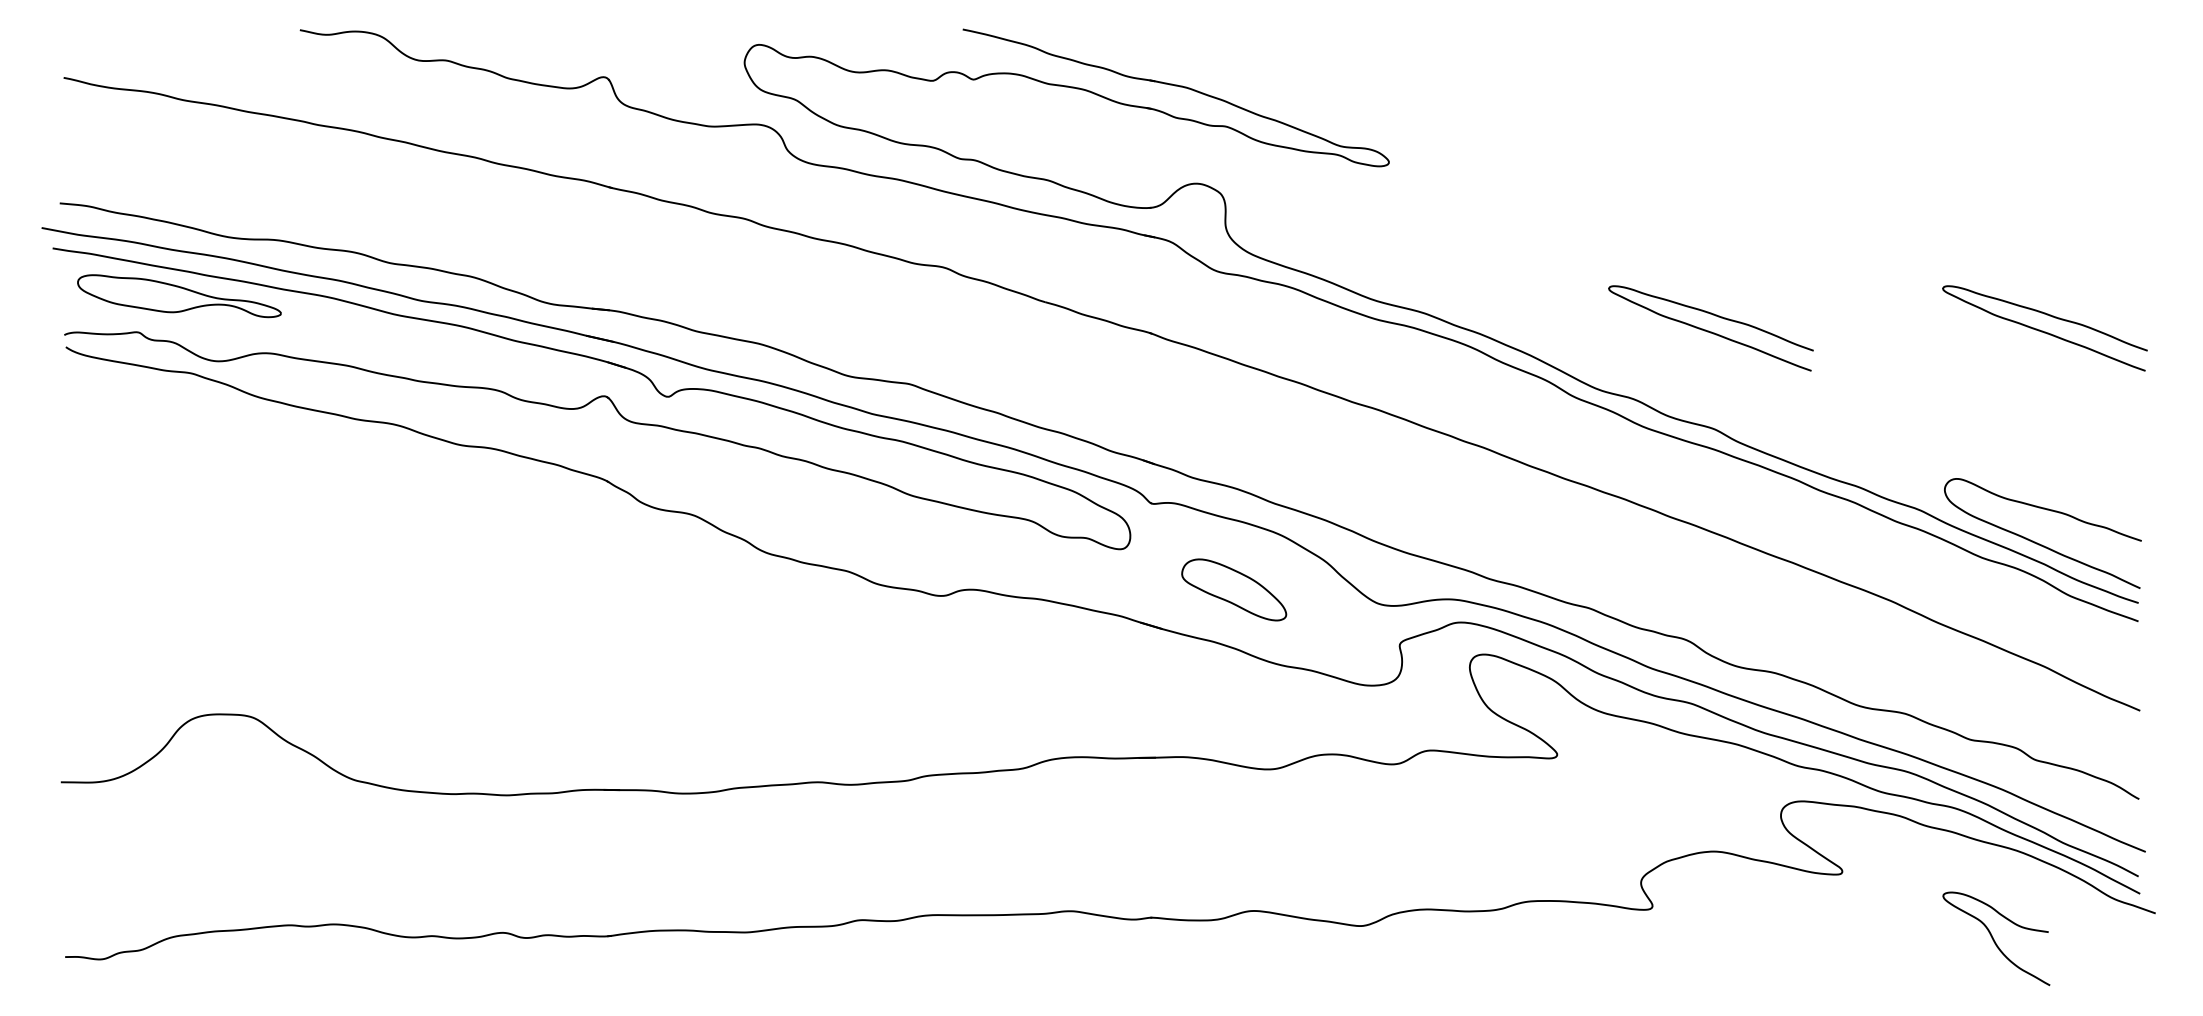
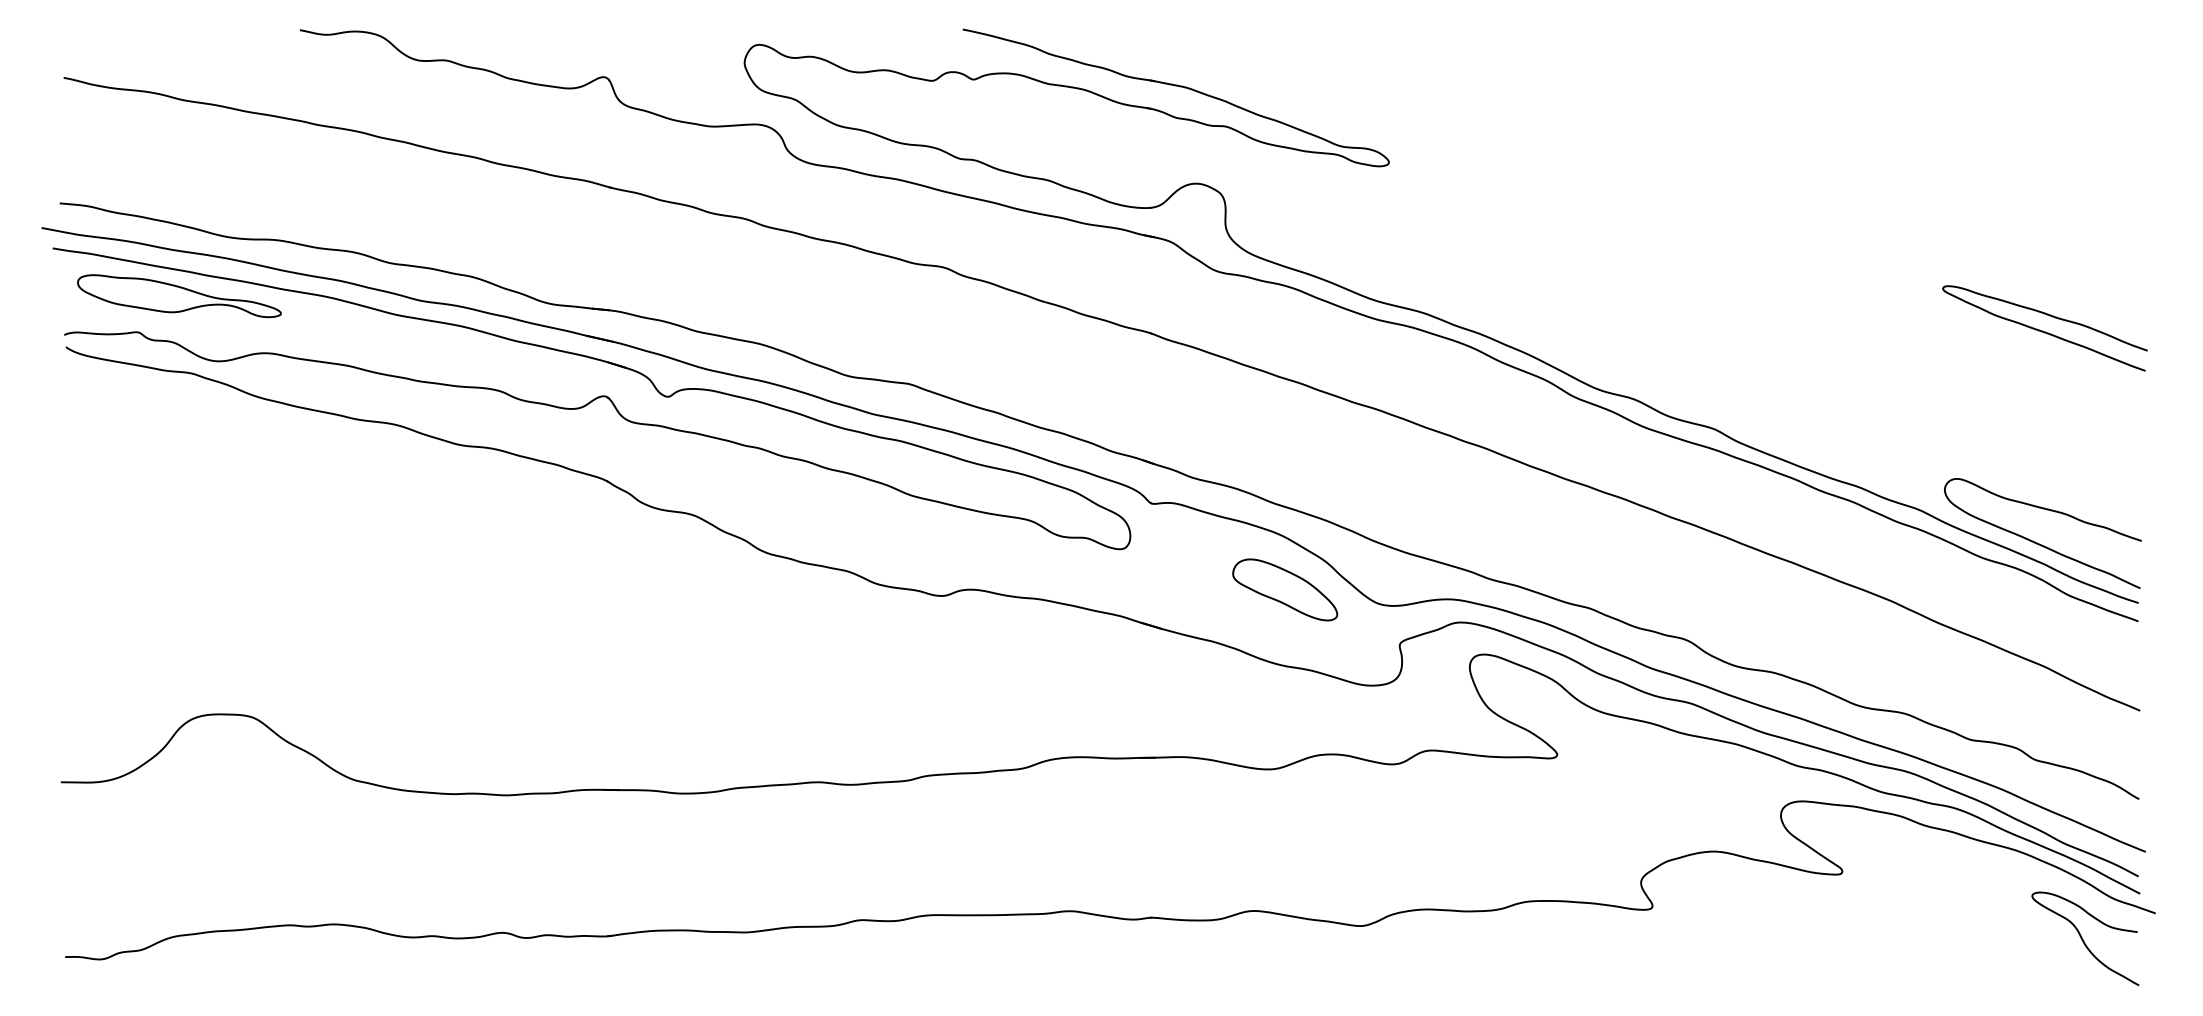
curve at (1708, 330): present -> none
part at (1234, 589) position: (1234, 589) -> (1285, 589)
curve at (1994, 939) position: (1994, 939) -> (2083, 939)
